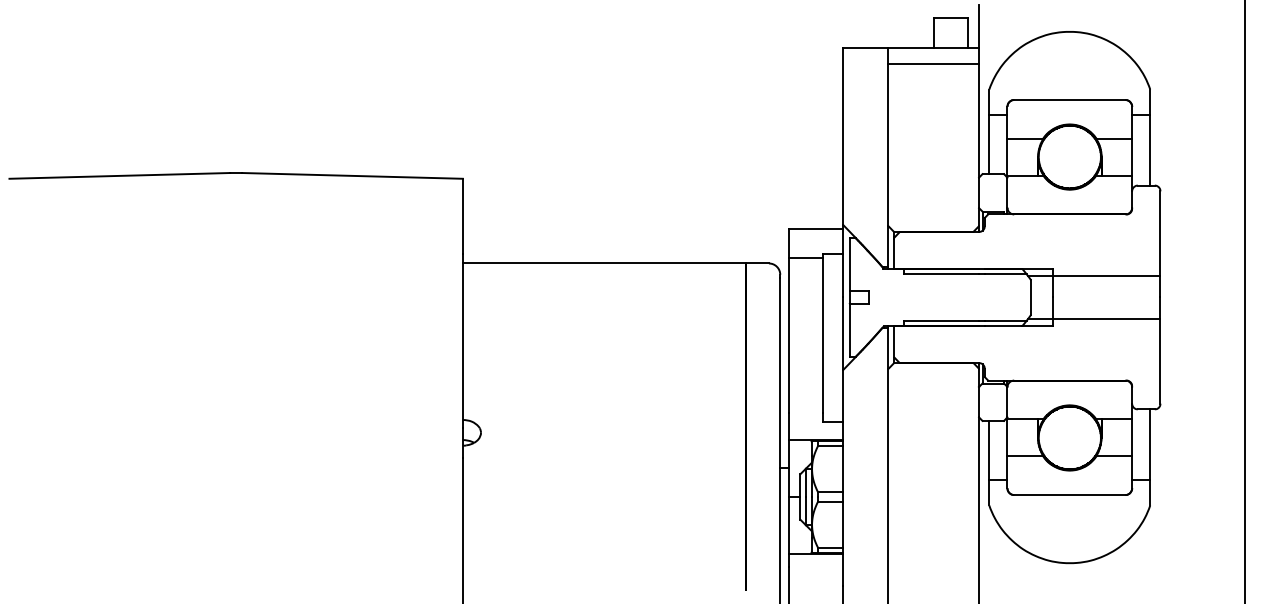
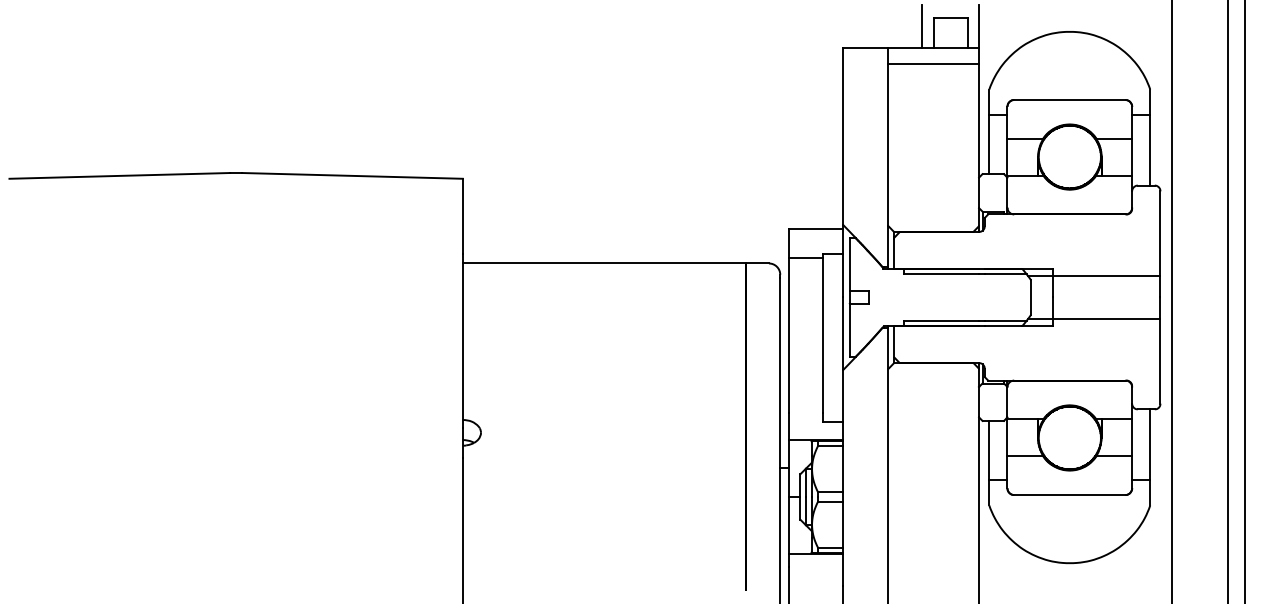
line at (922, 26): none -> present
line at (1171, 301): none -> present
line at (1228, 301): none -> present
